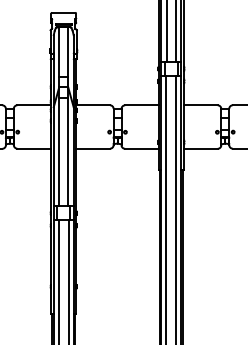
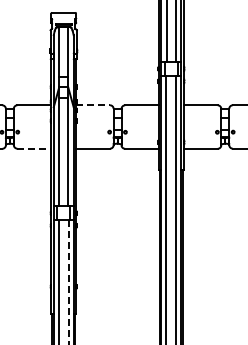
line at (93, 105): solid -> dashed
line at (34, 148): solid -> dashed
line at (68, 282): solid -> dashed
